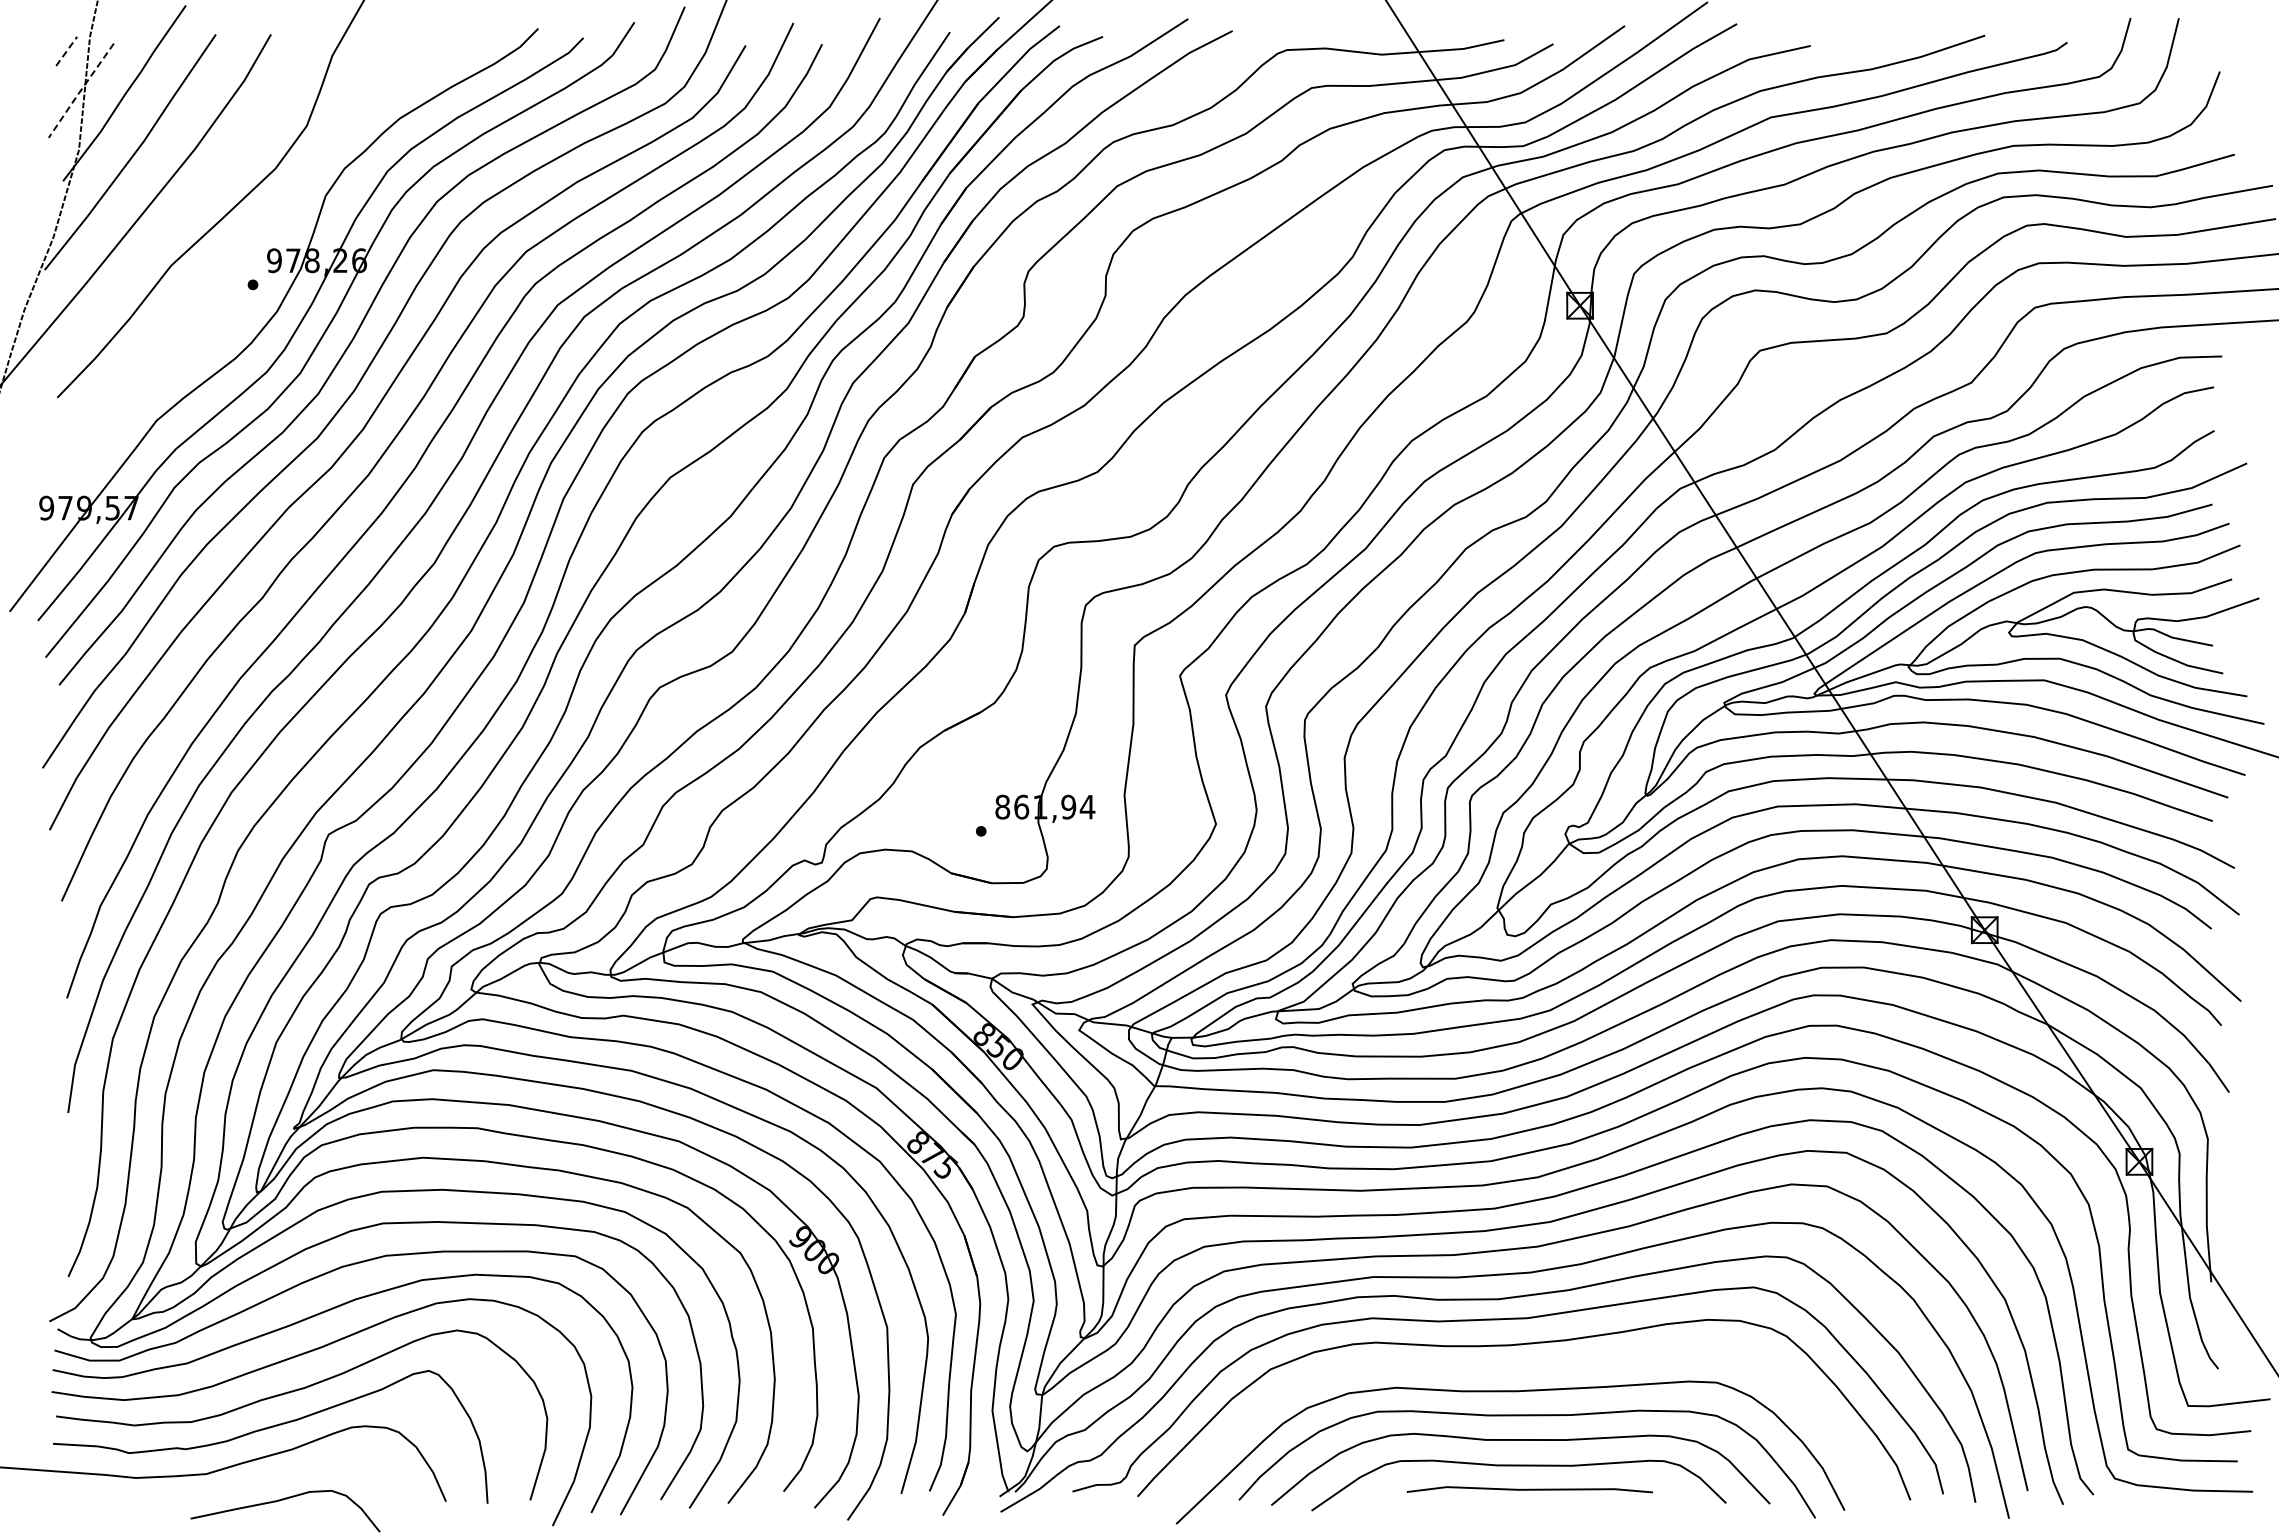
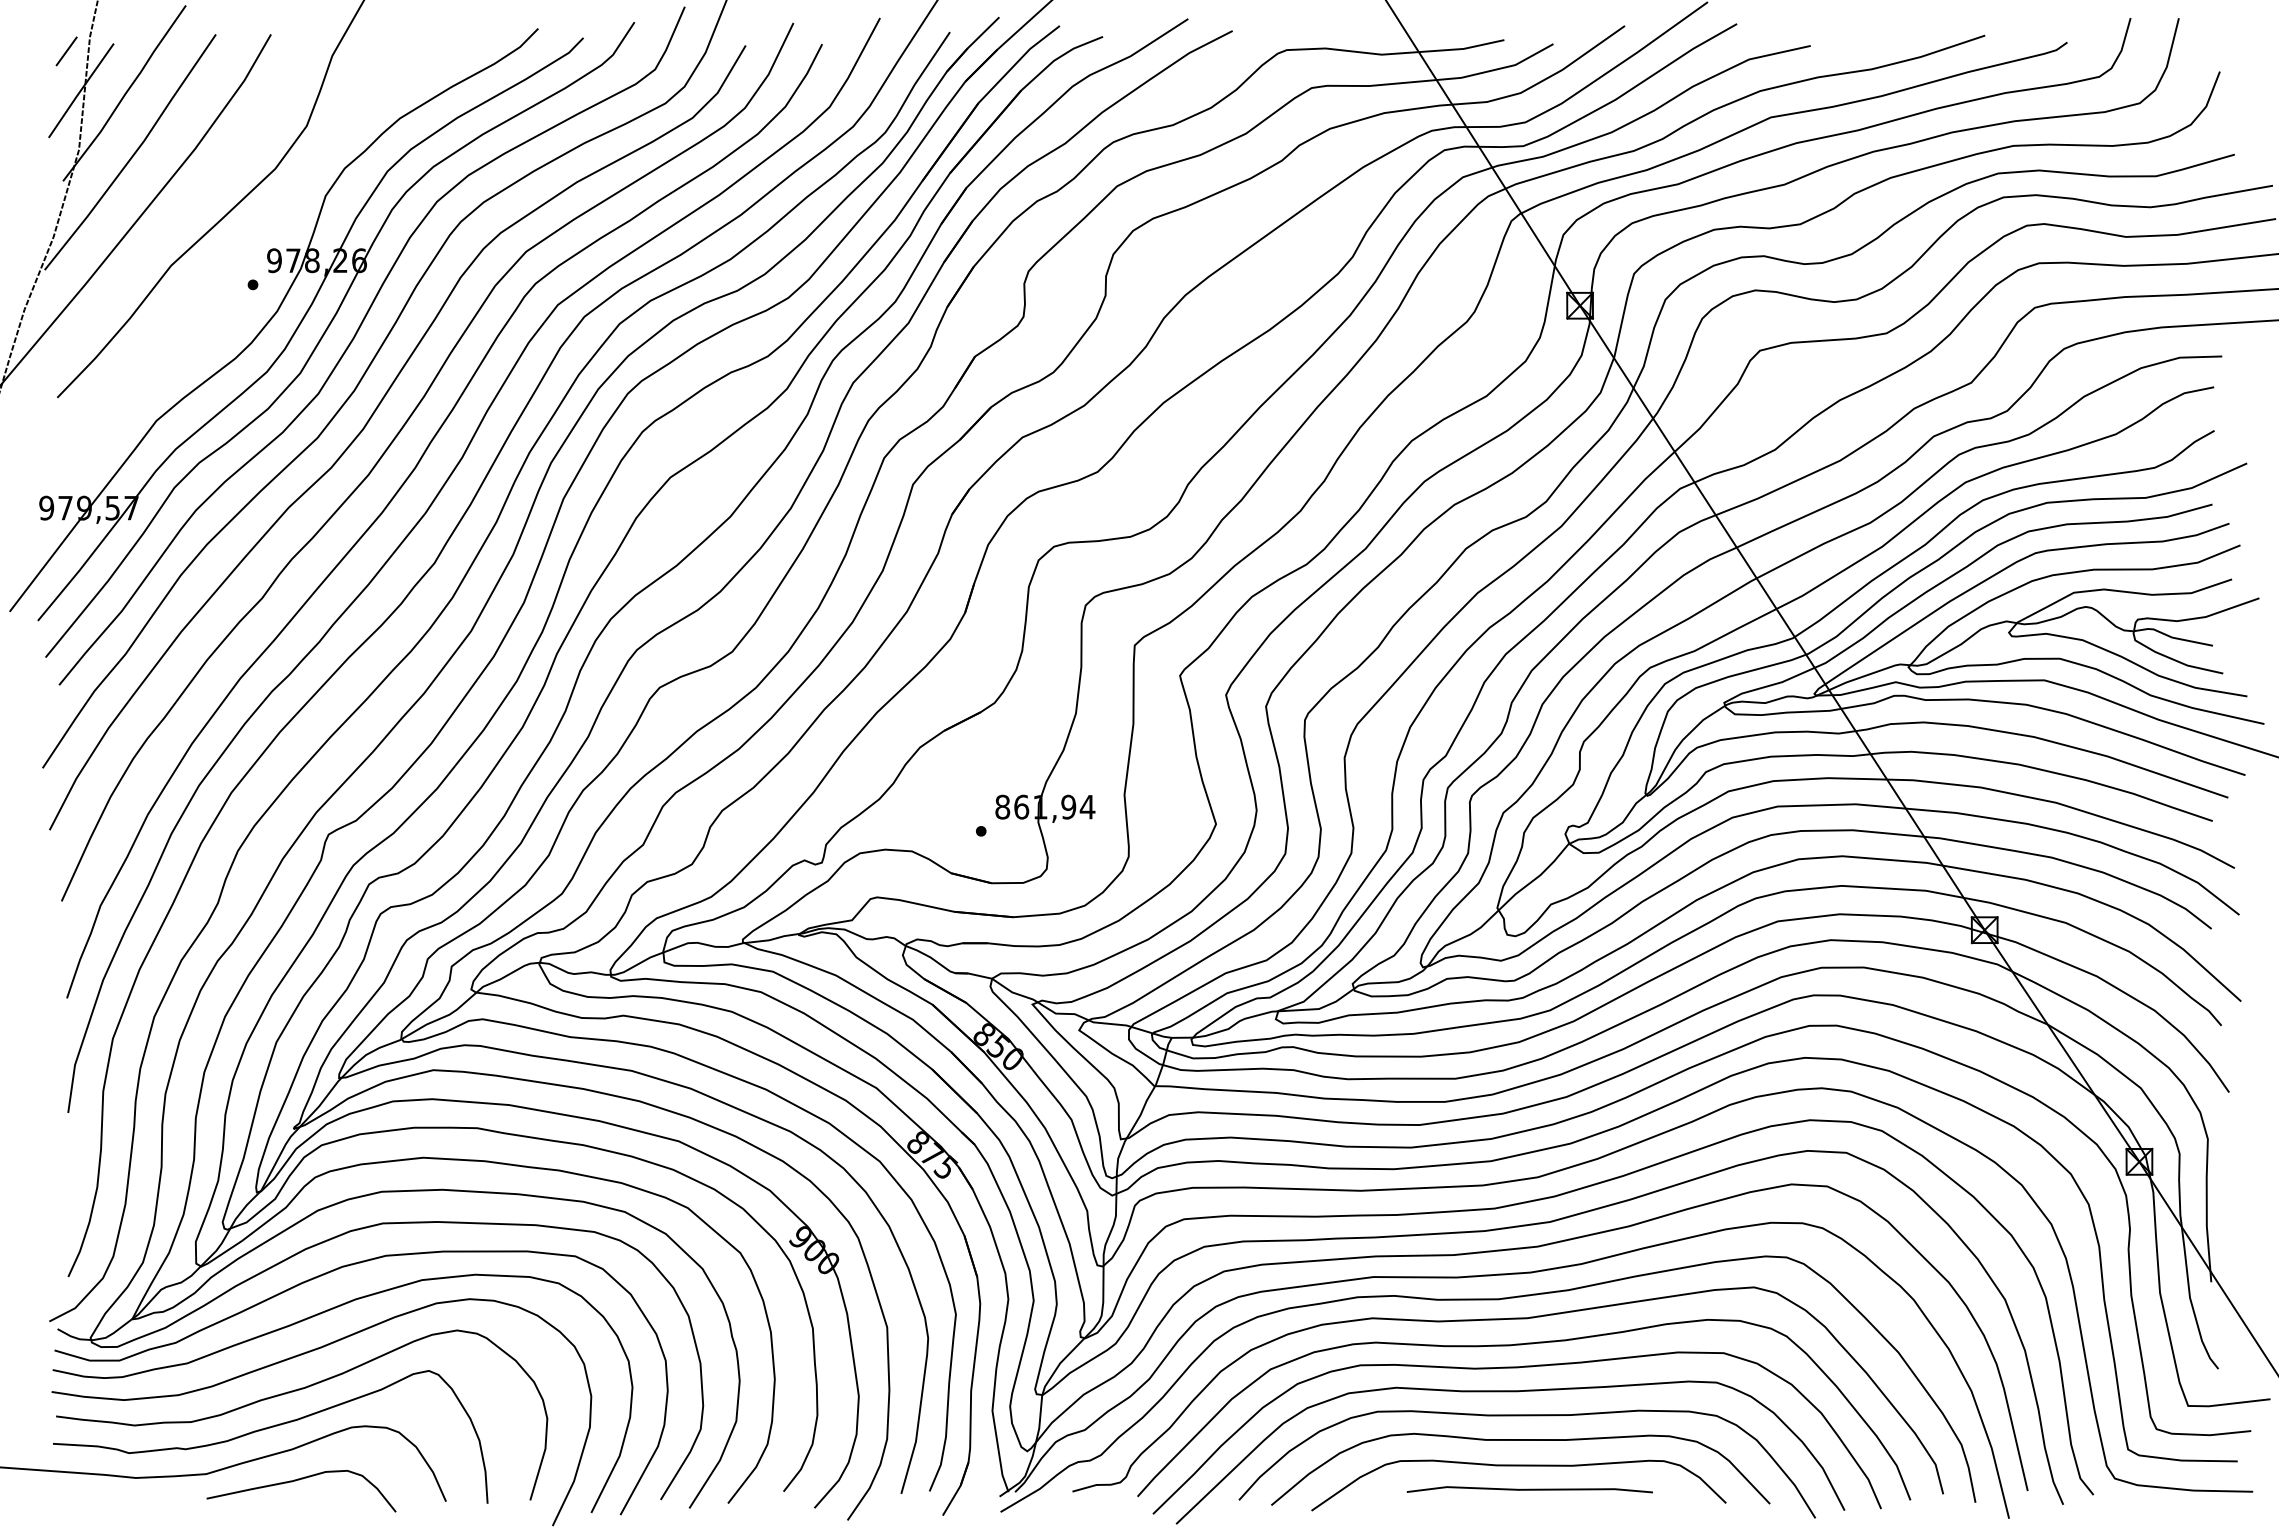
line at (66, 51): dashed -> solid
line at (80, 91): dashed -> solid
curve at (1516, 1368): none -> present
curve at (283, 1500) position: (283, 1500) -> (299, 1480)
